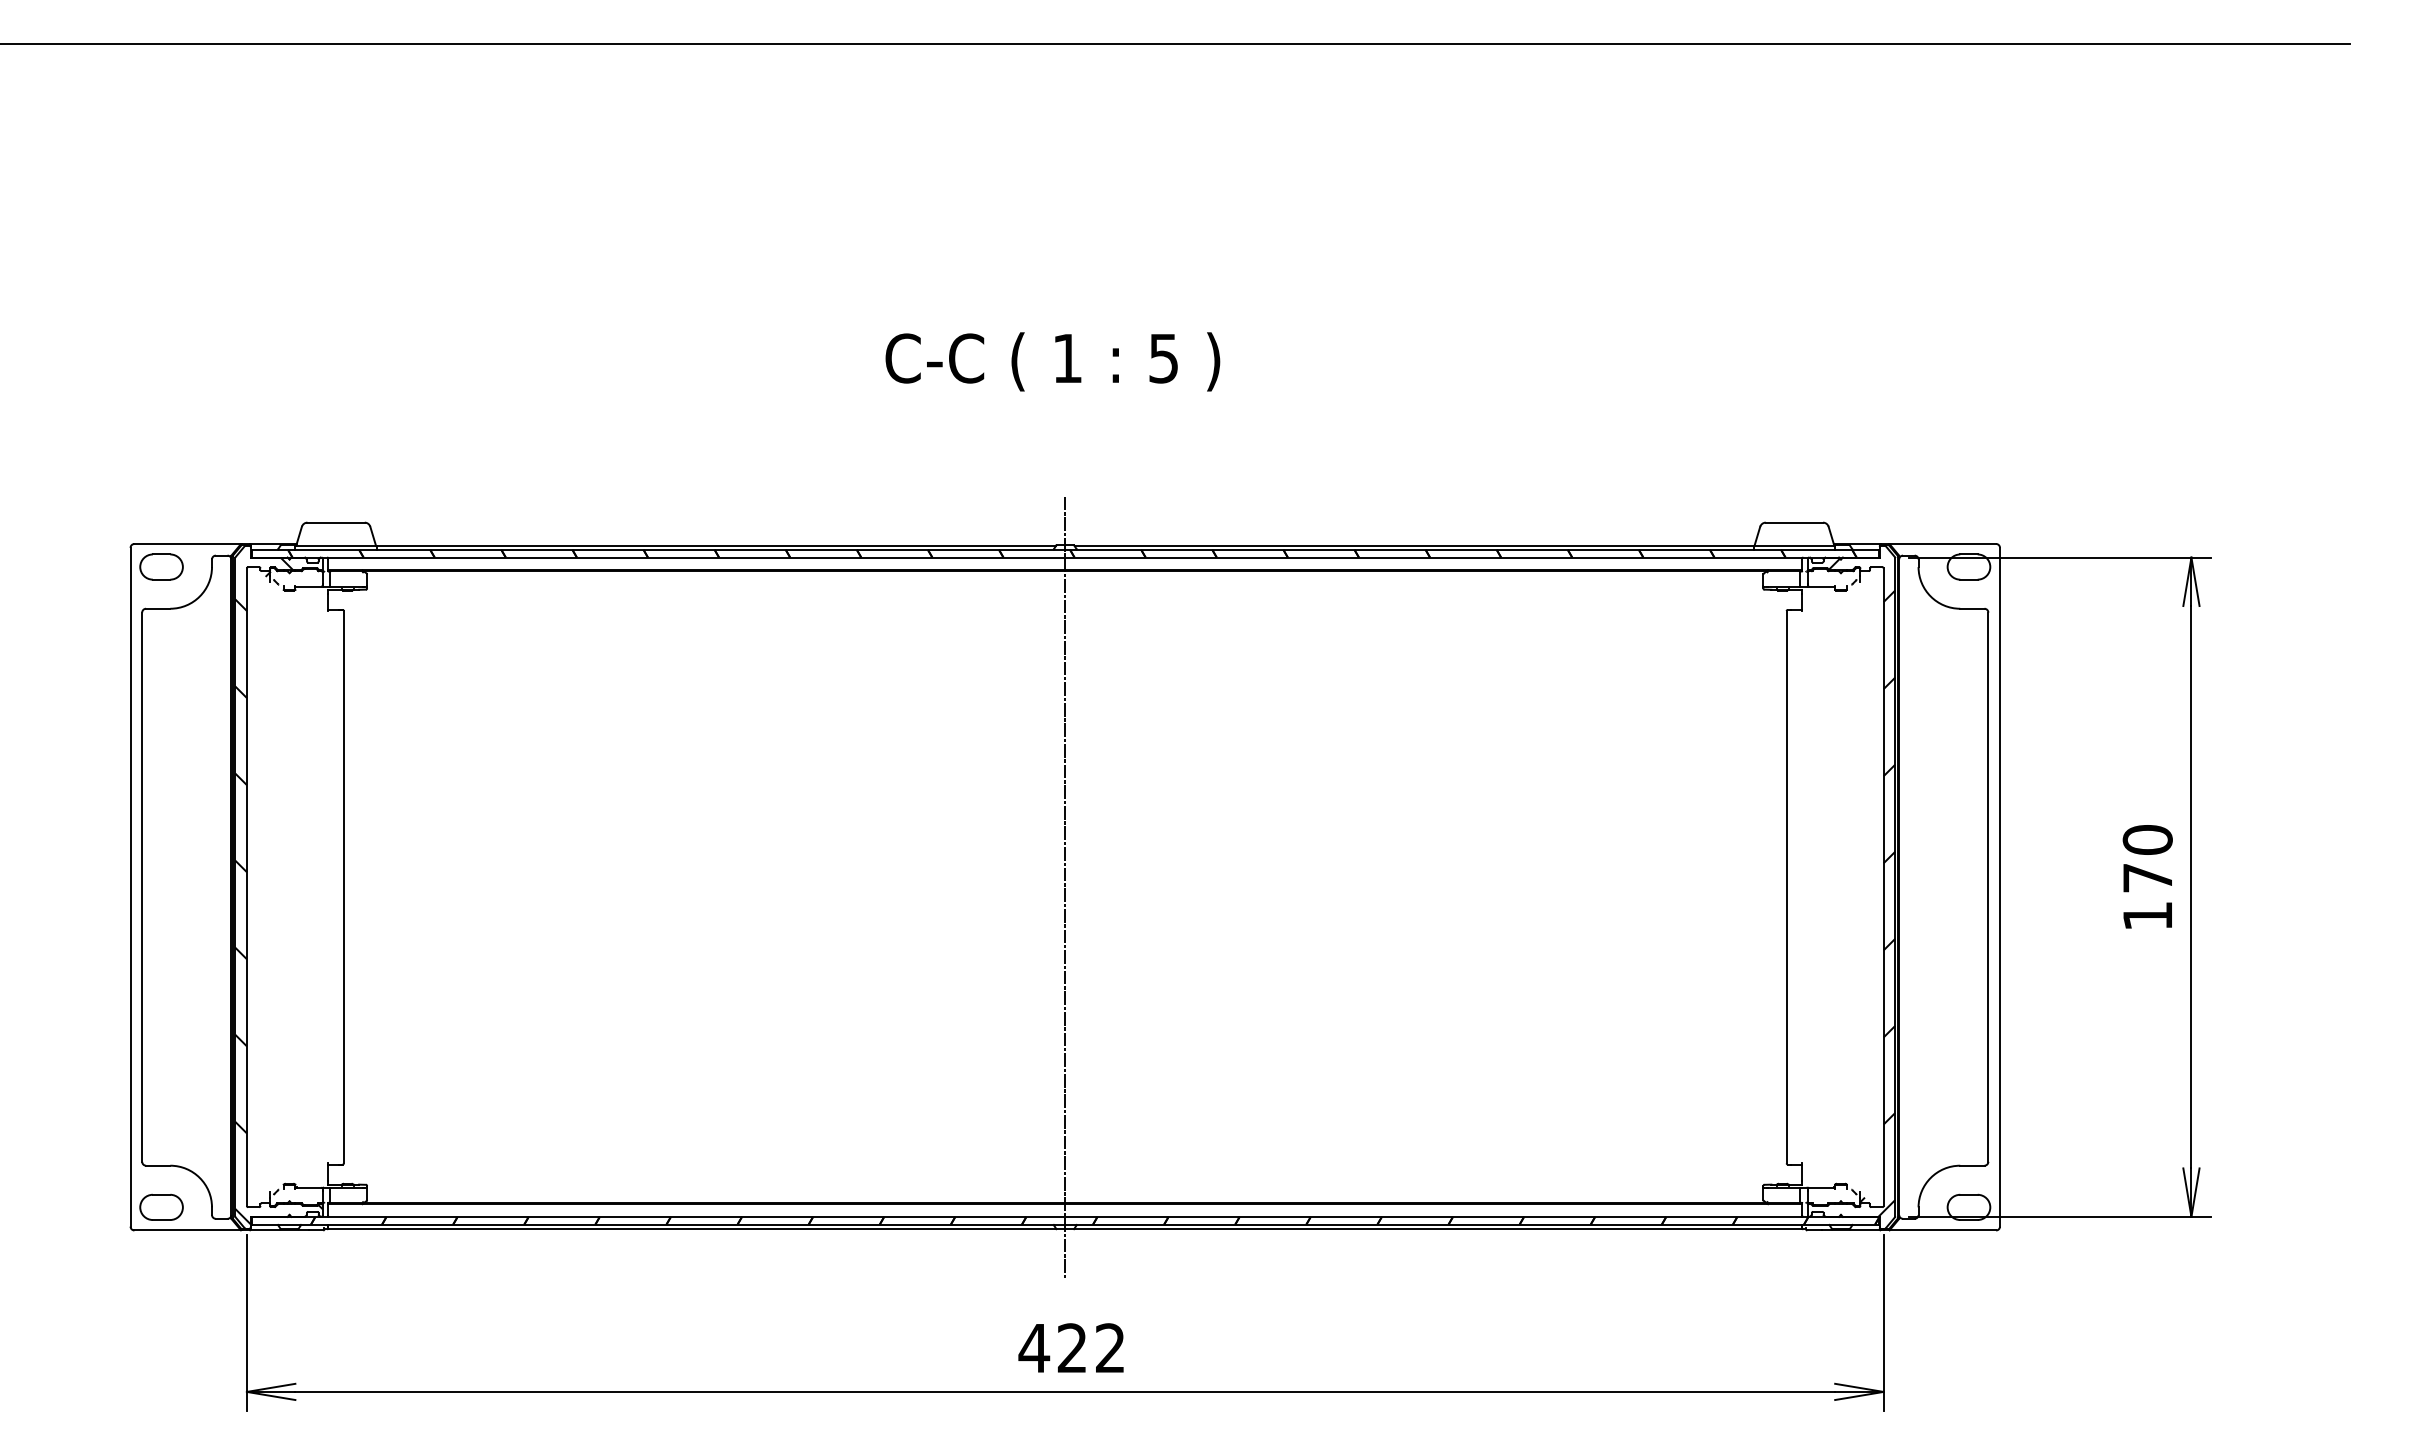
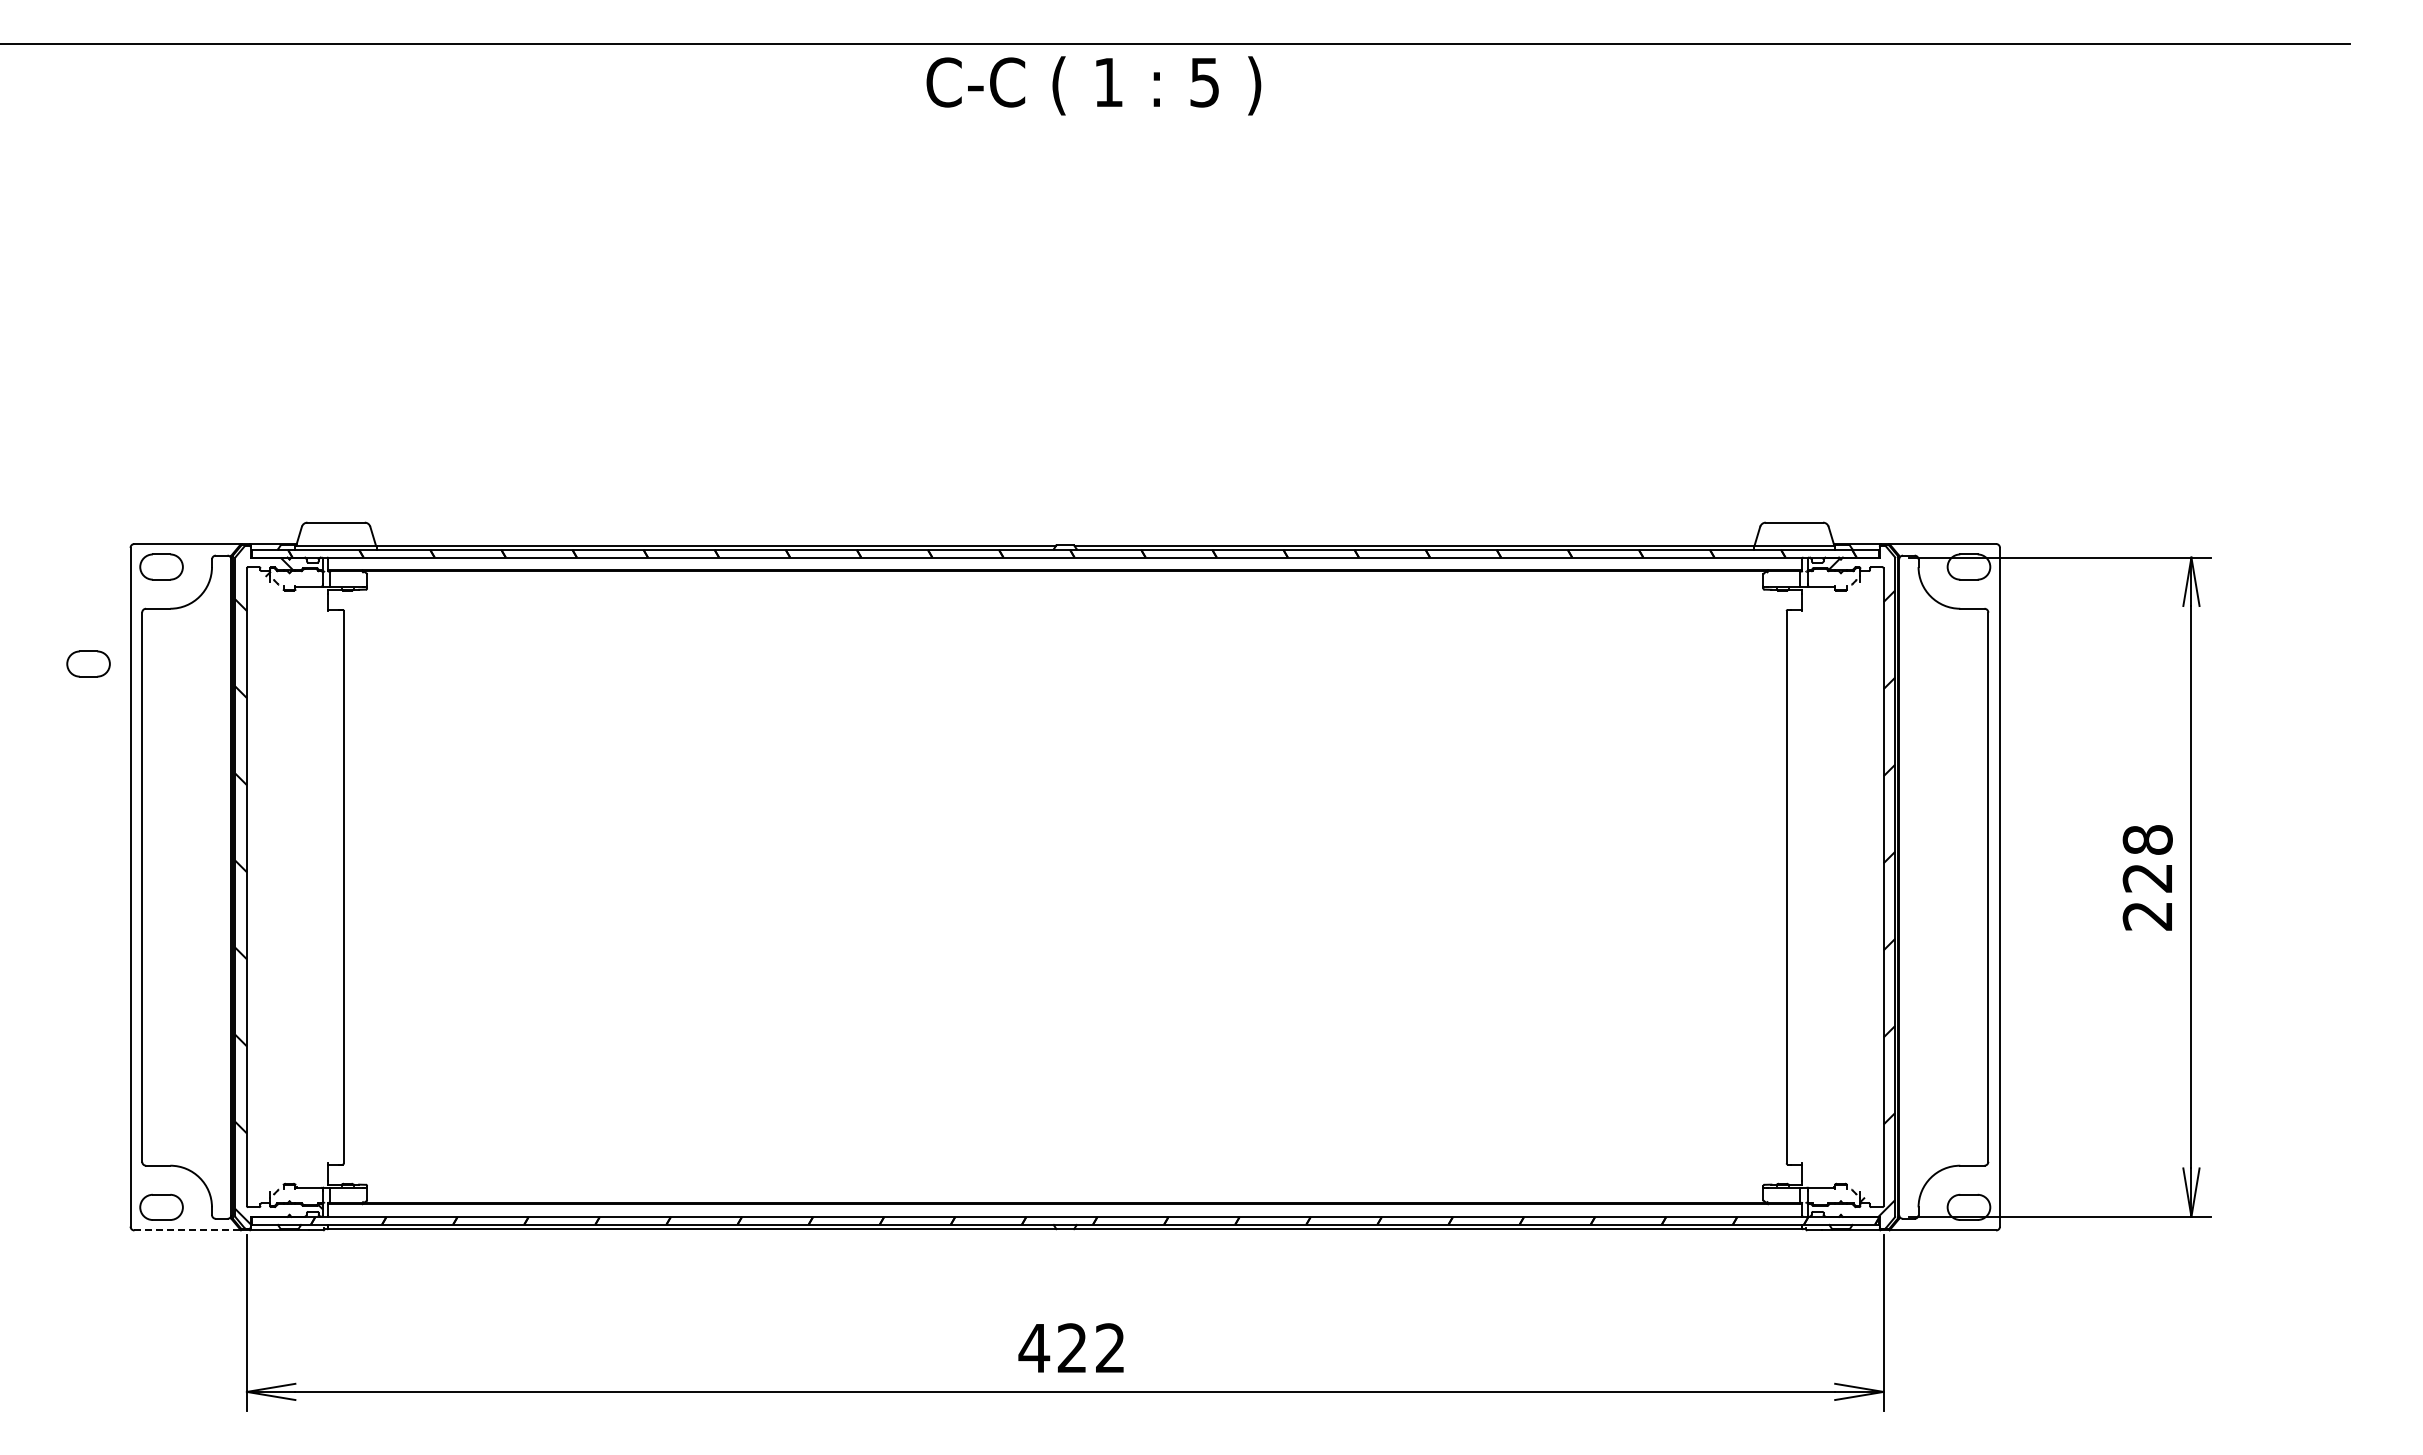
text at (1052, 361) position: (1052, 361) -> (1093, 85)
part at (88, 663): none -> present
text at (2147, 877): 170 -> 228
line at (1065, 886): present -> none
line at (188, 1230): solid -> dashed
